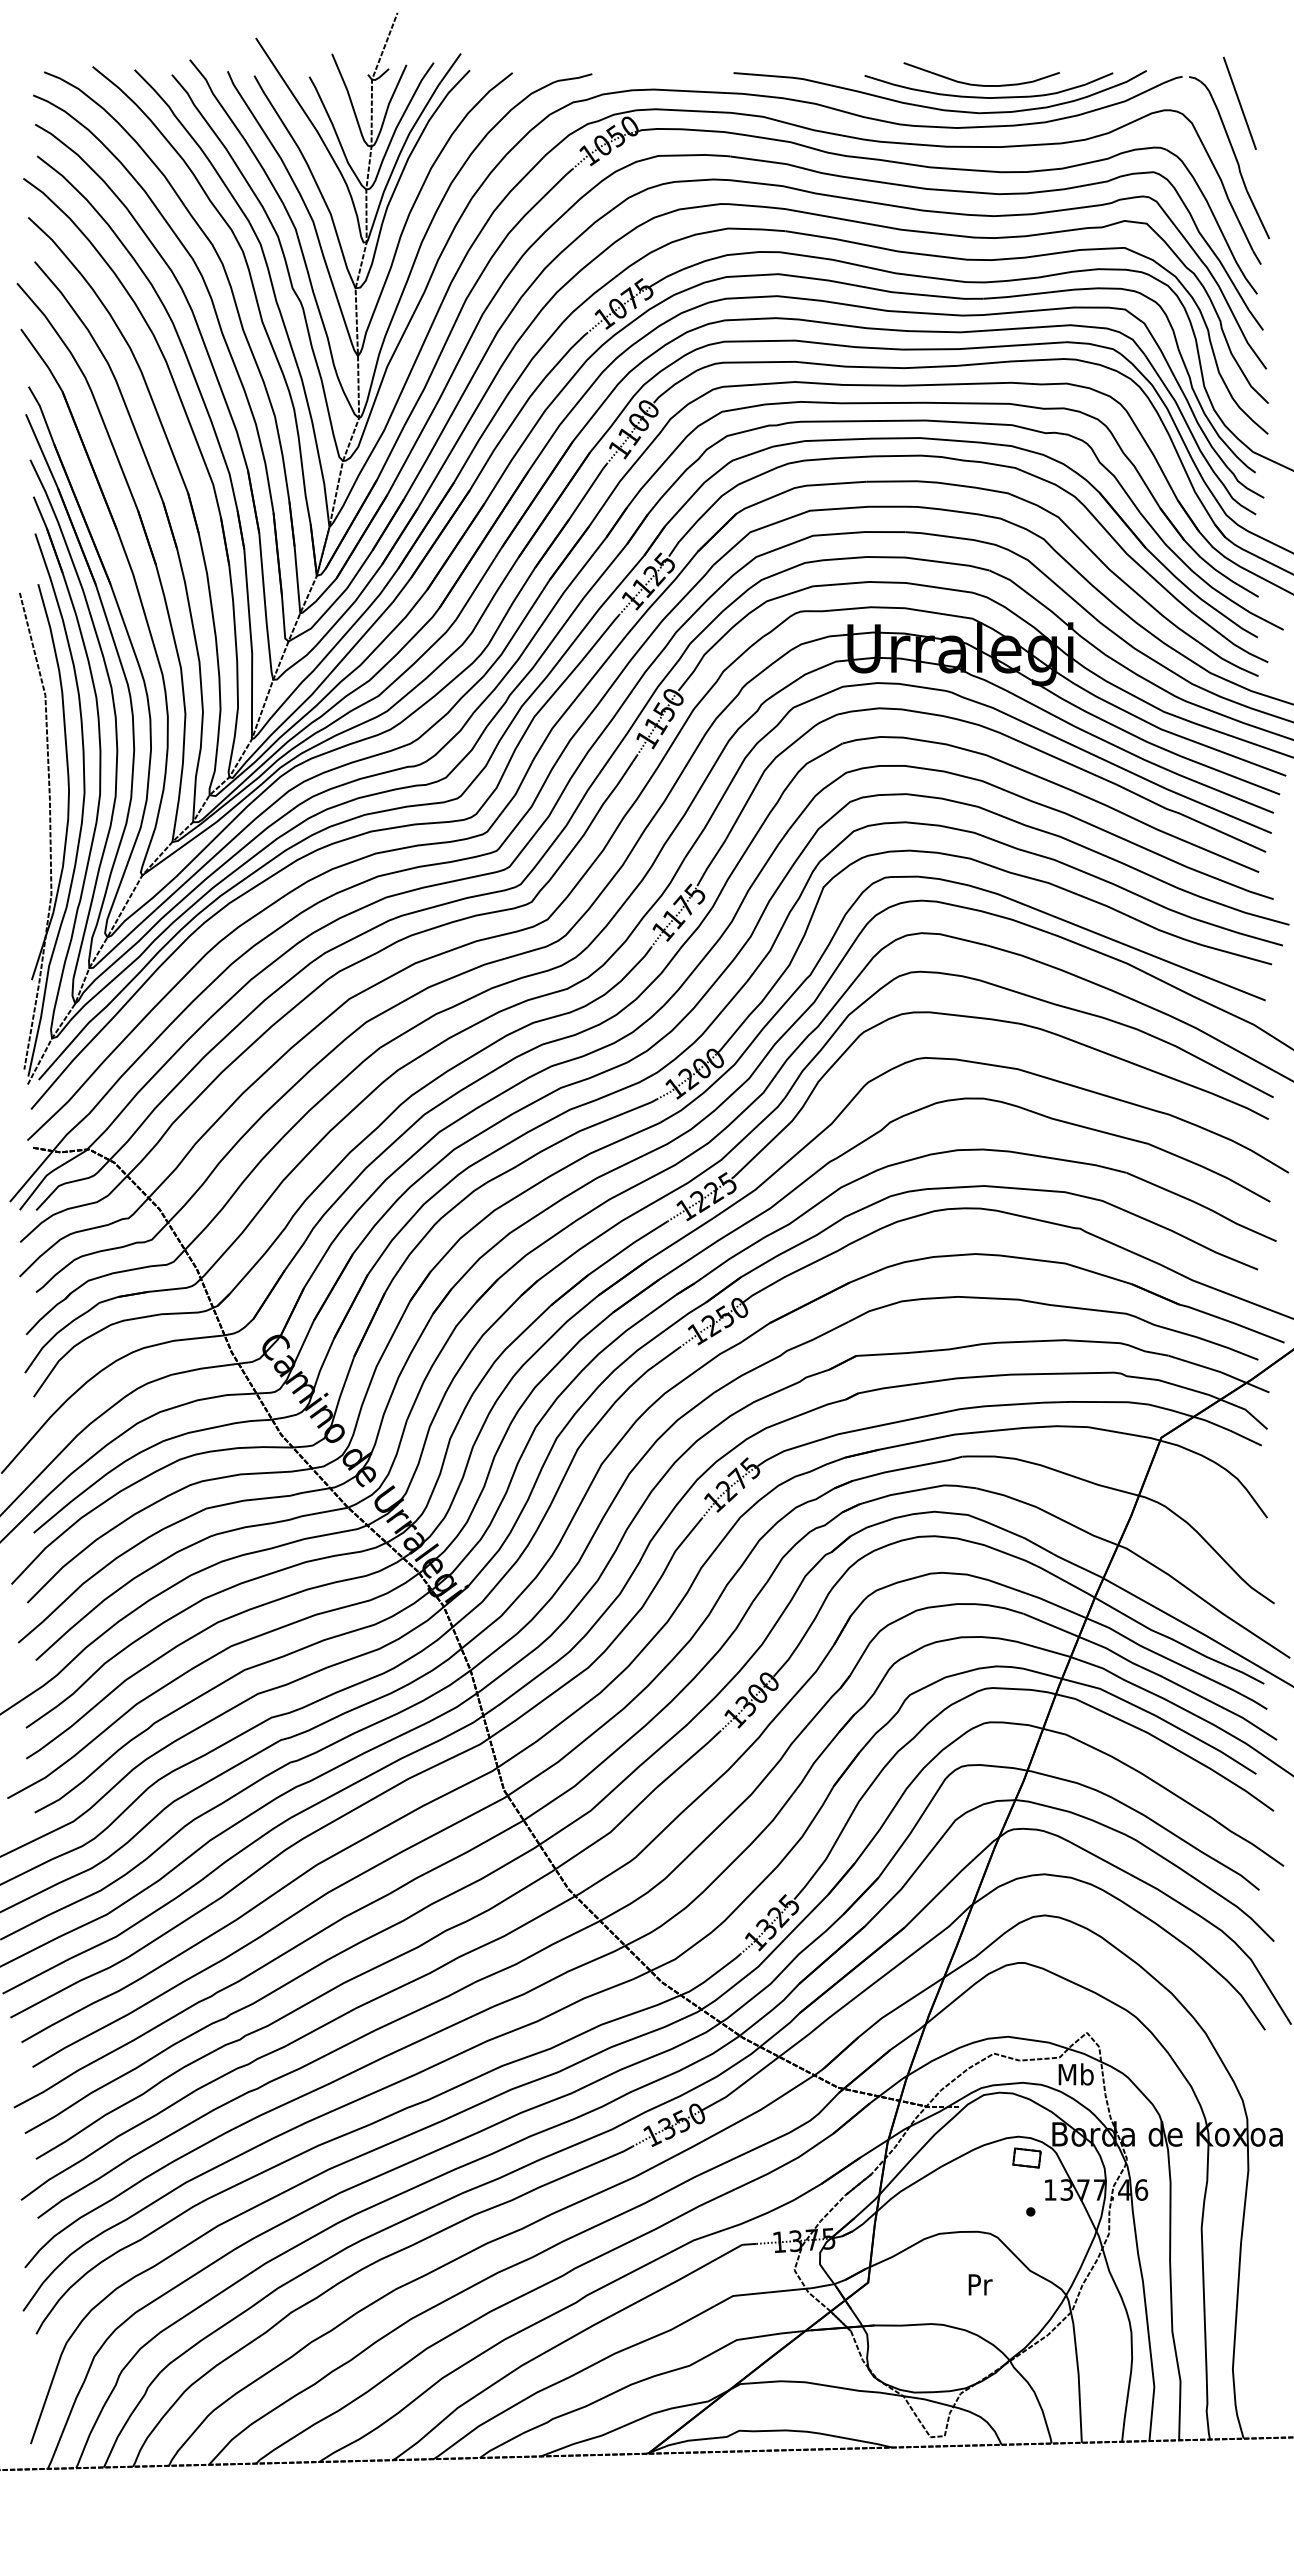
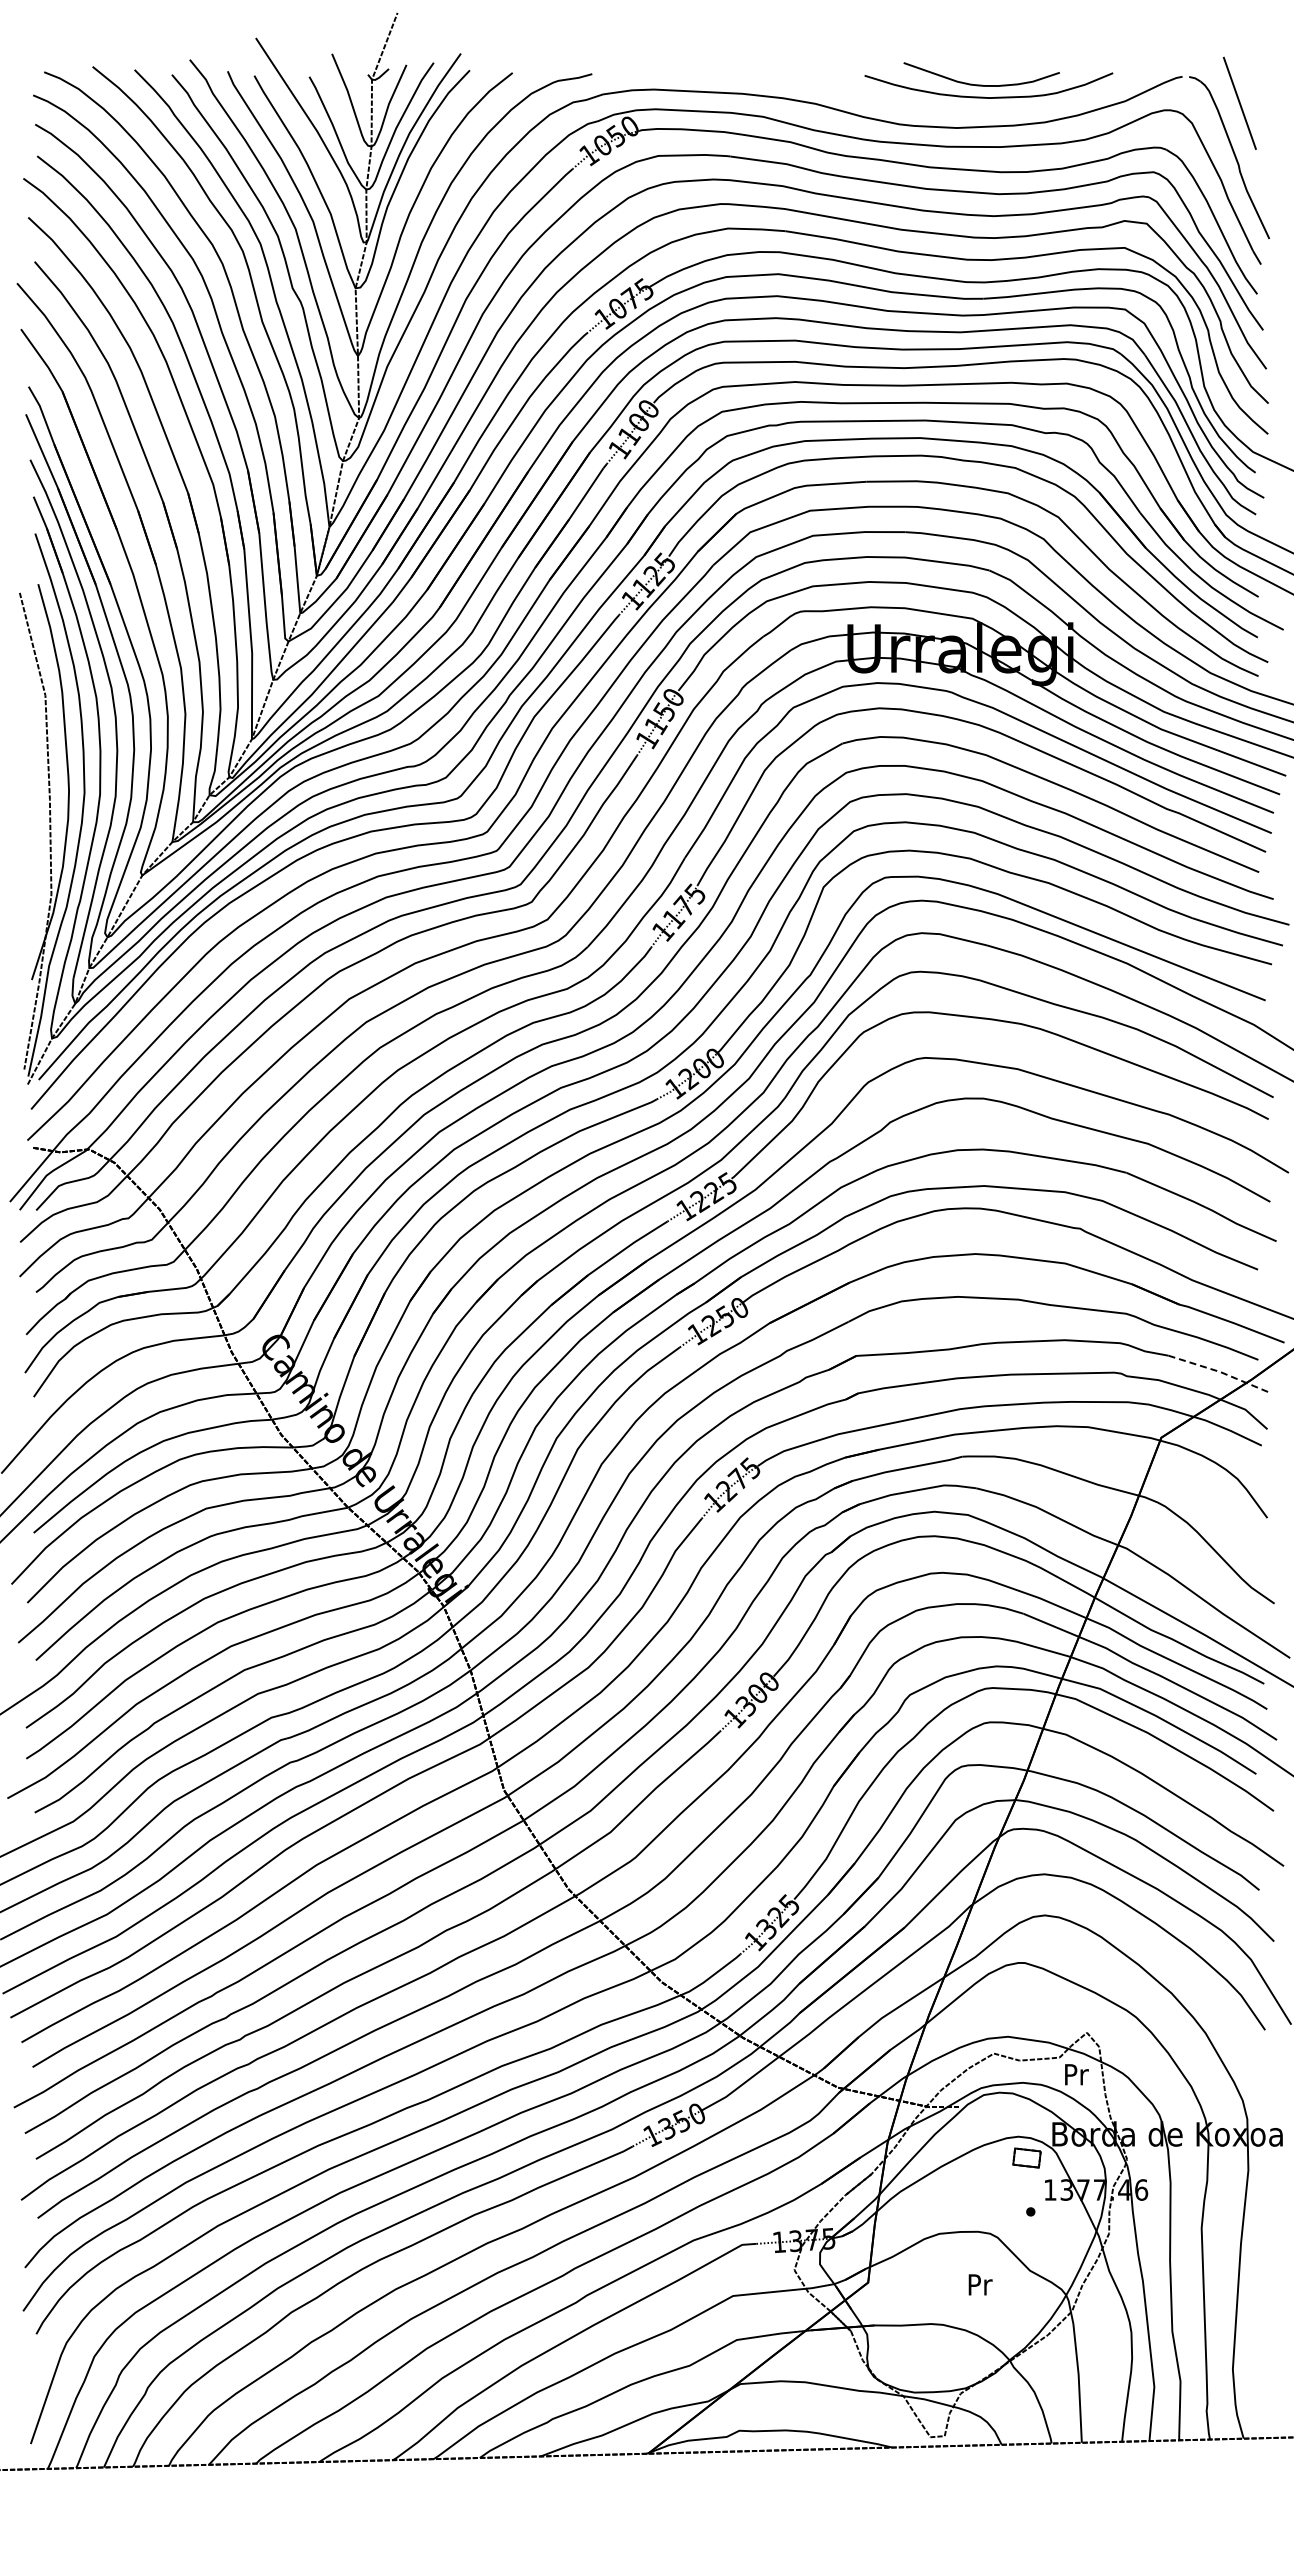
curve at (935, 107): present -> none
line at (1220, 1372): solid -> dashed
text at (1075, 2074): Mb -> Pr
